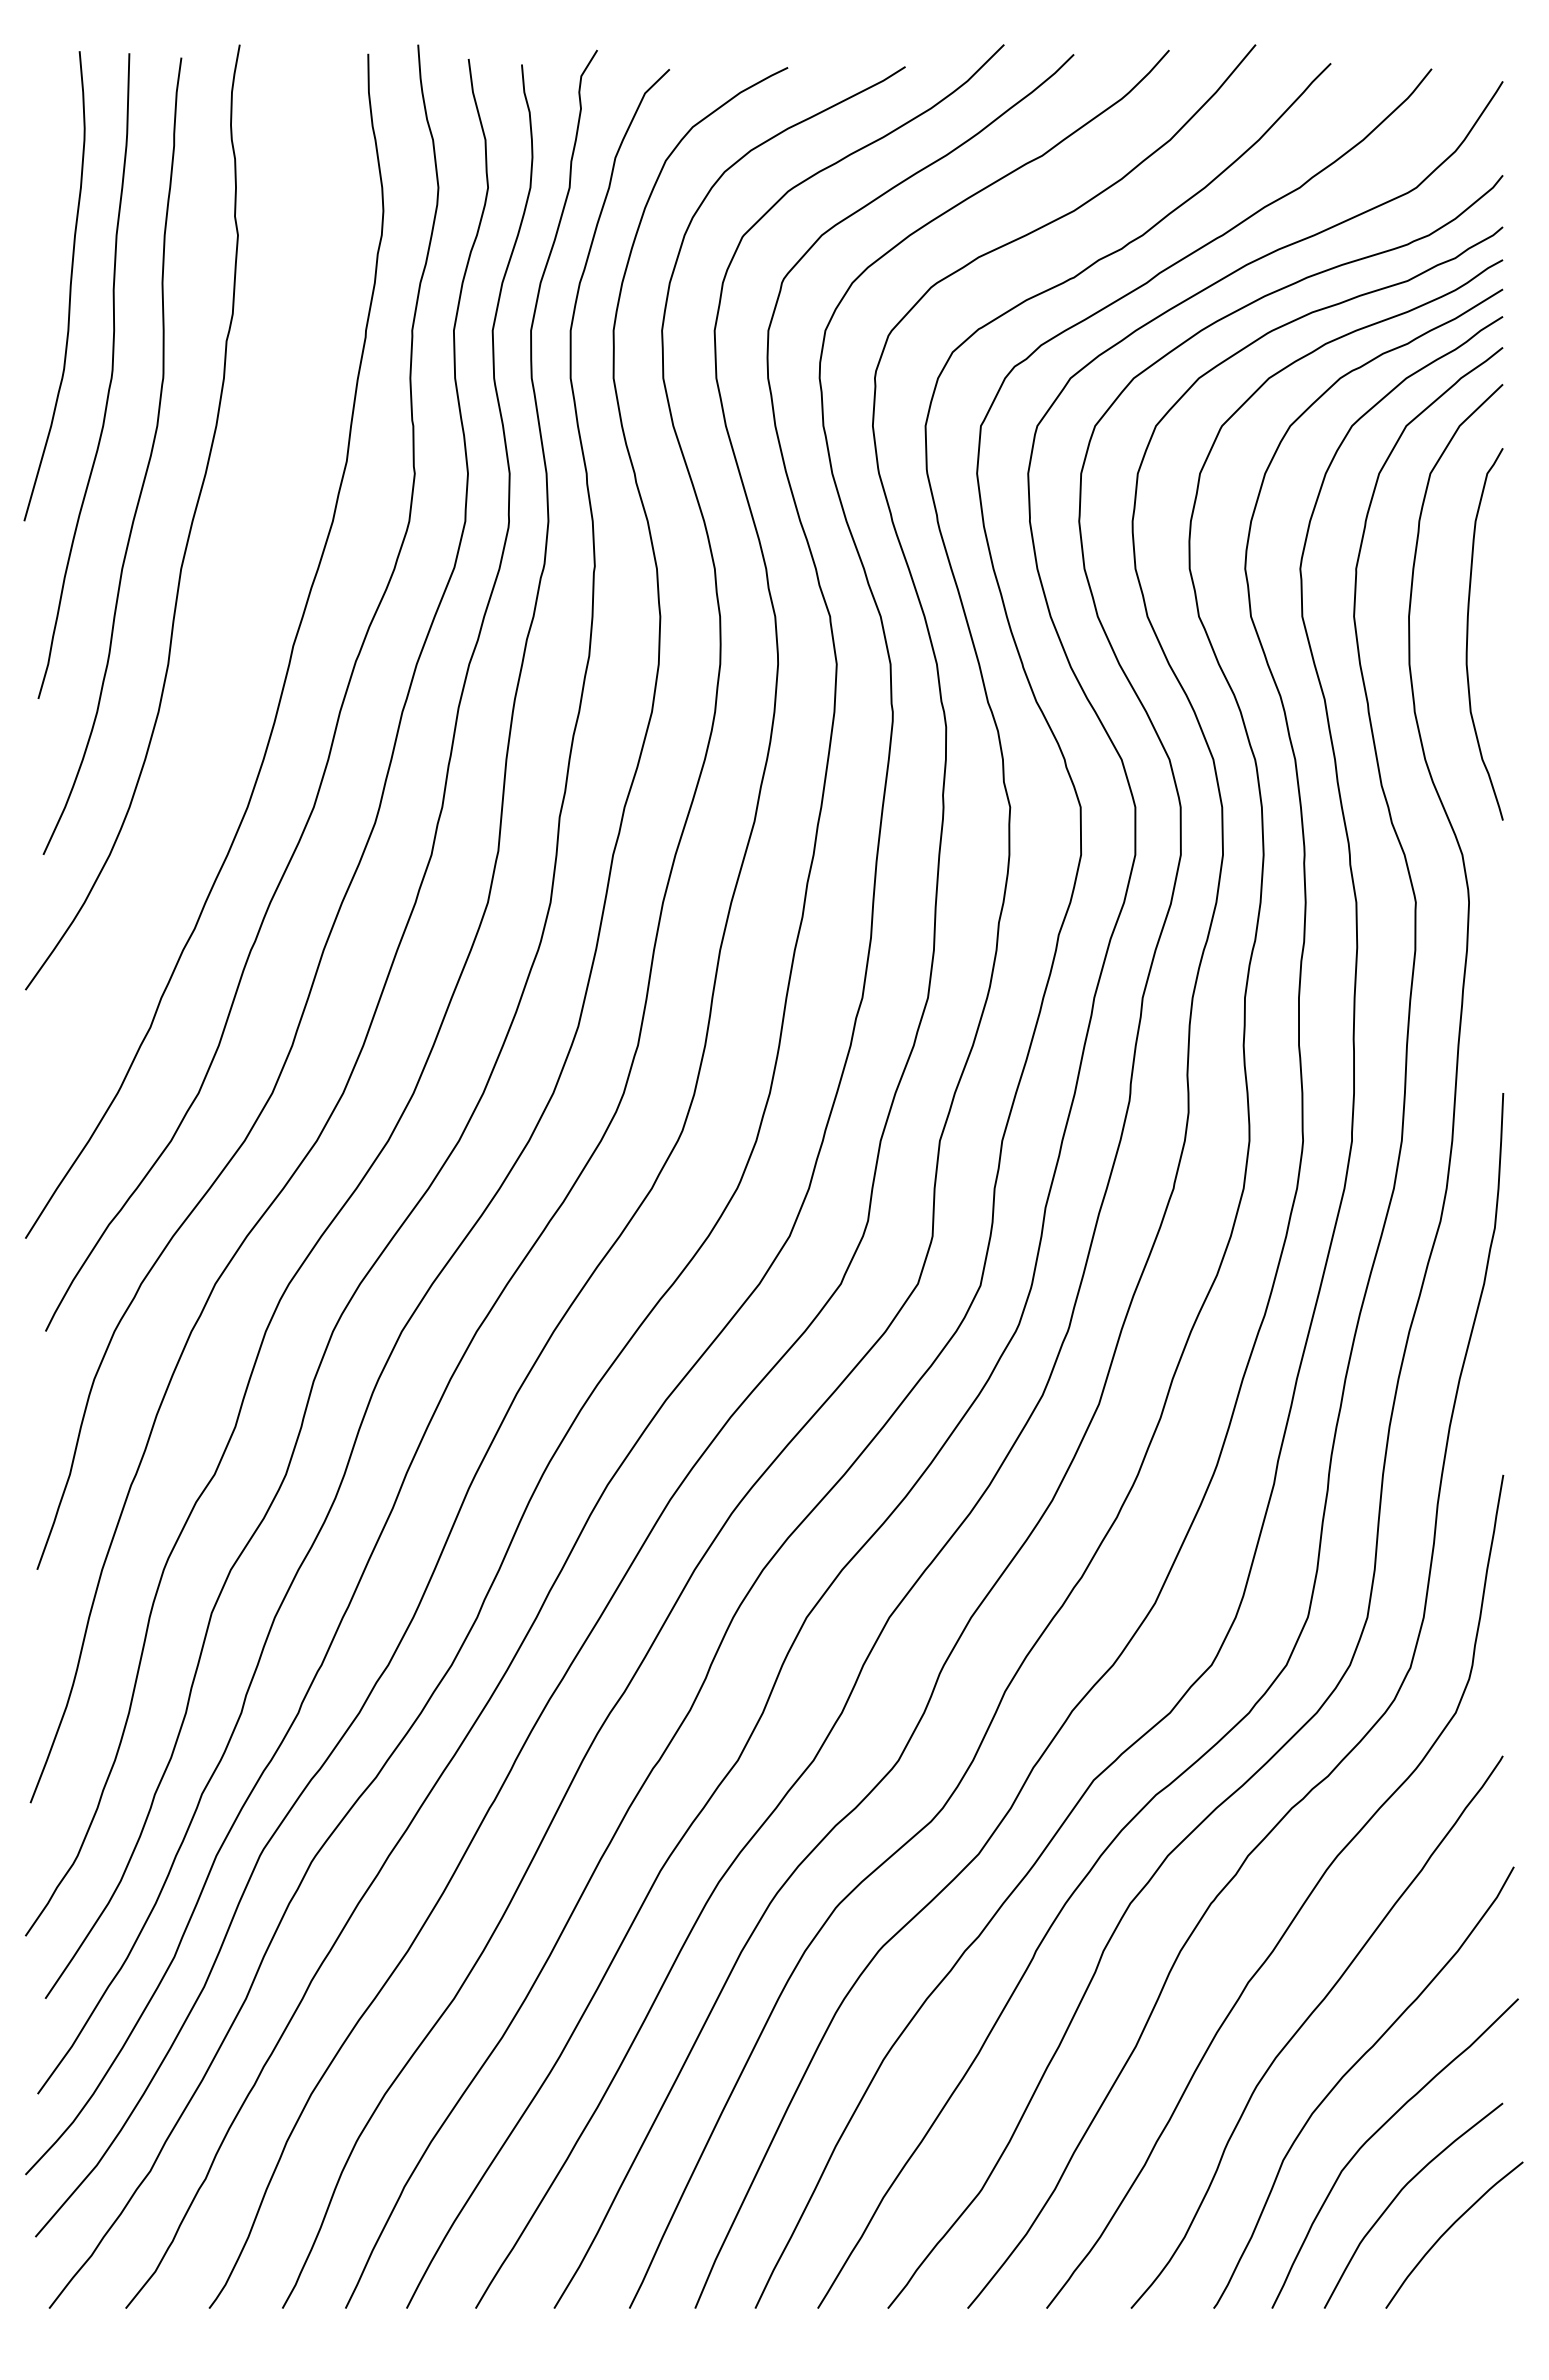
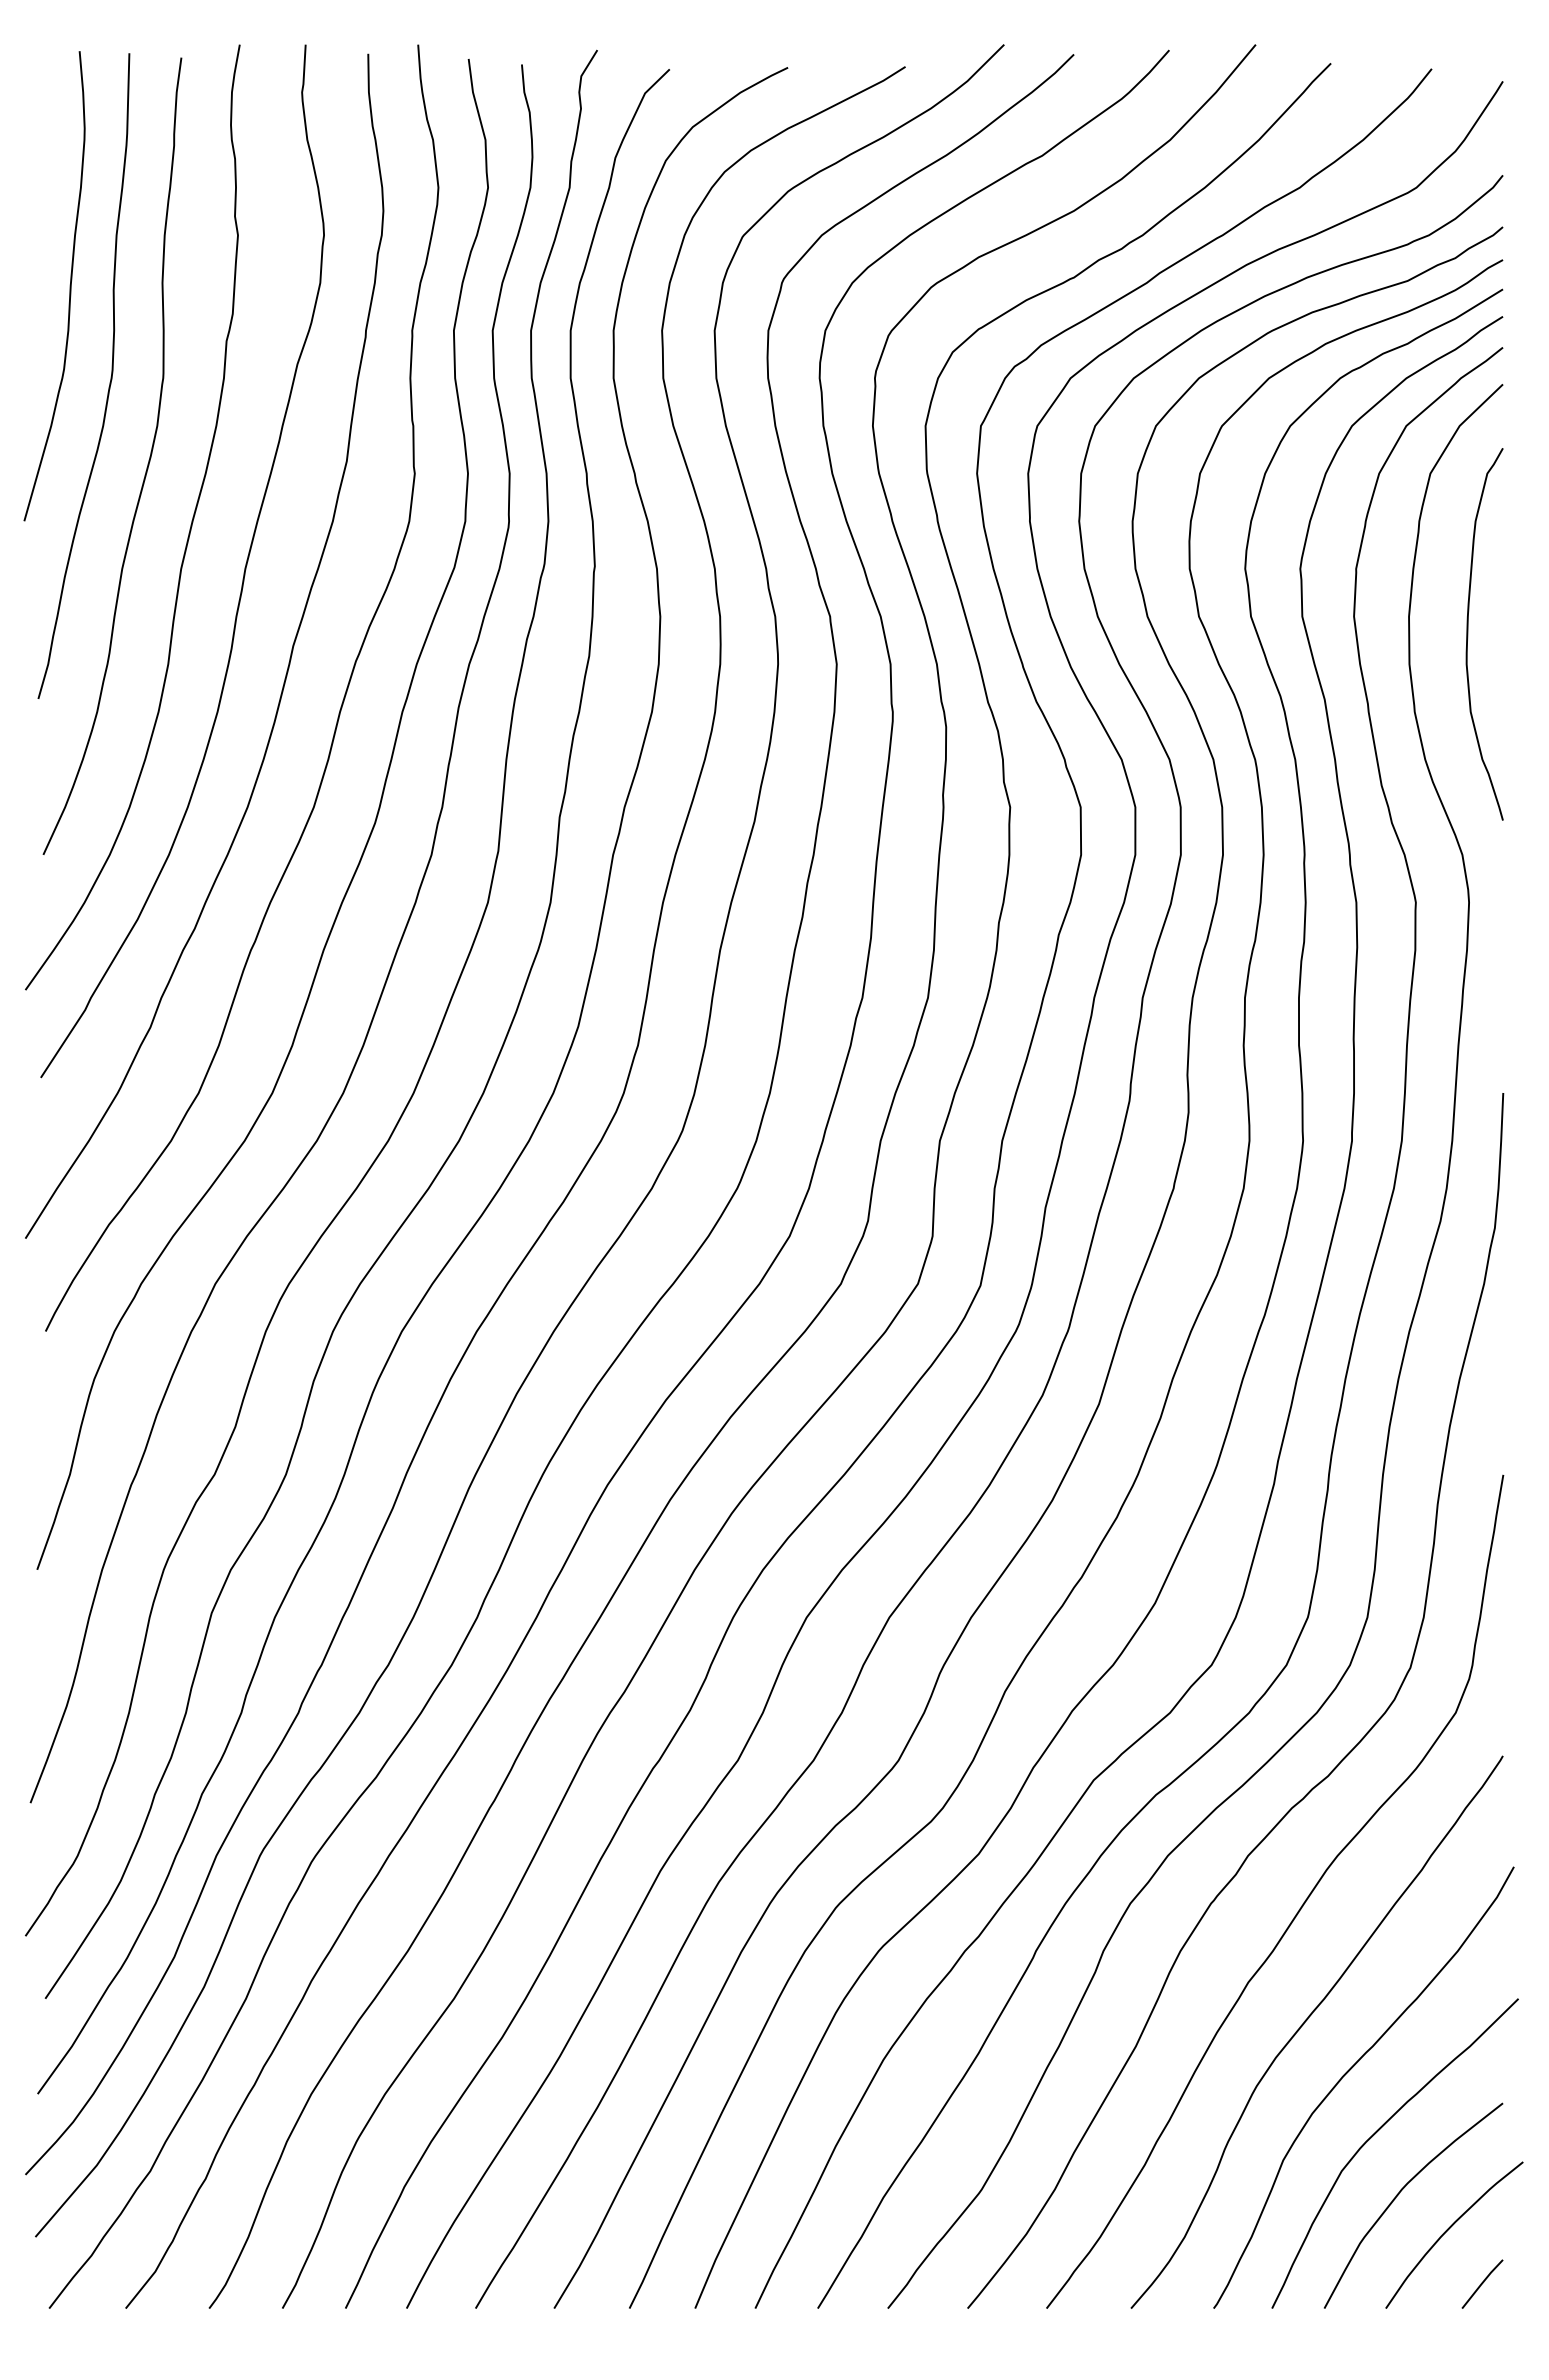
curve at (243, 572): none -> present
line at (1482, 2283): none -> present
